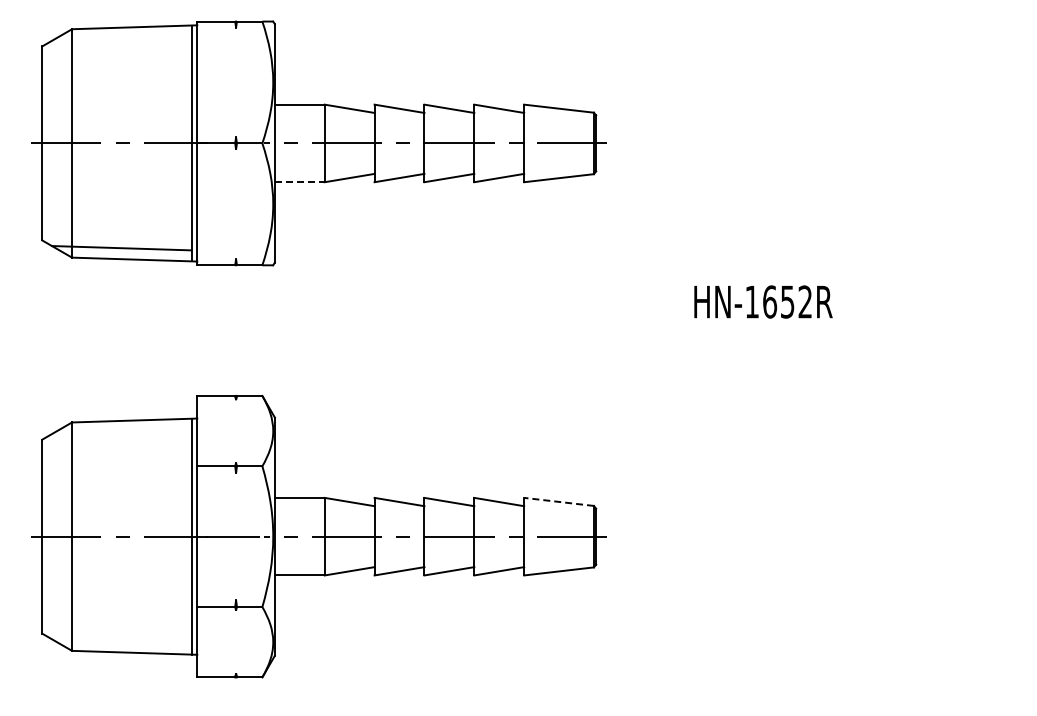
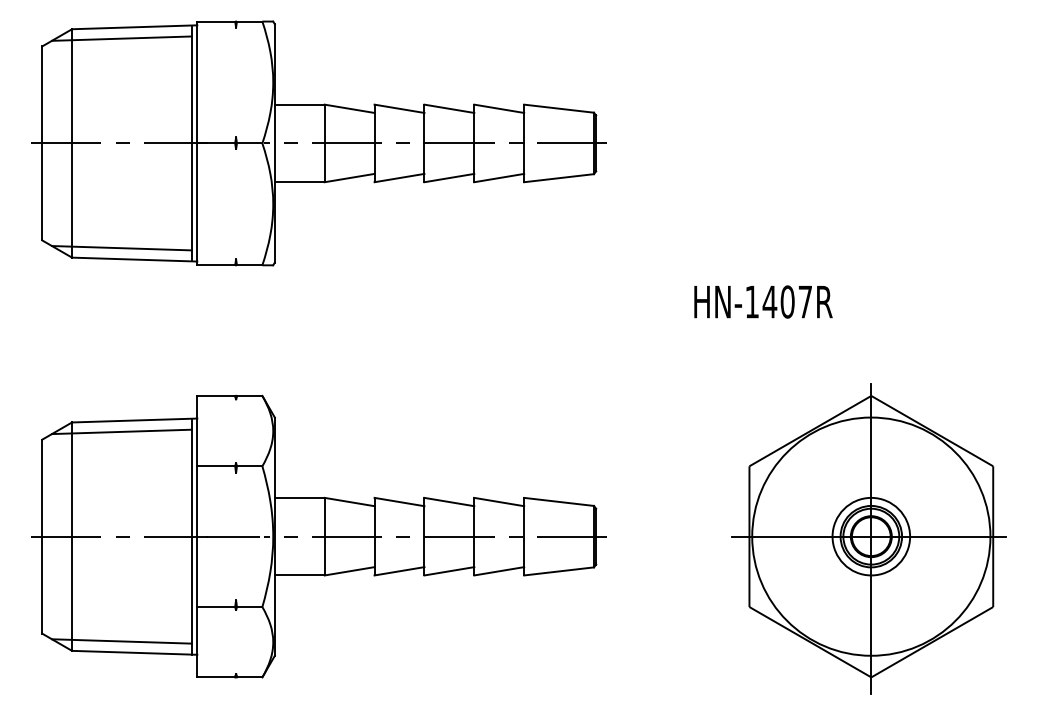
line at (121, 38): none -> present
line at (299, 182): dashed -> solid
text at (786, 301): HN-1652R -> HN-1407R
line at (121, 431): none -> present
line at (558, 501): dashed -> solid
part at (868, 538): none -> present
line at (121, 641): none -> present
